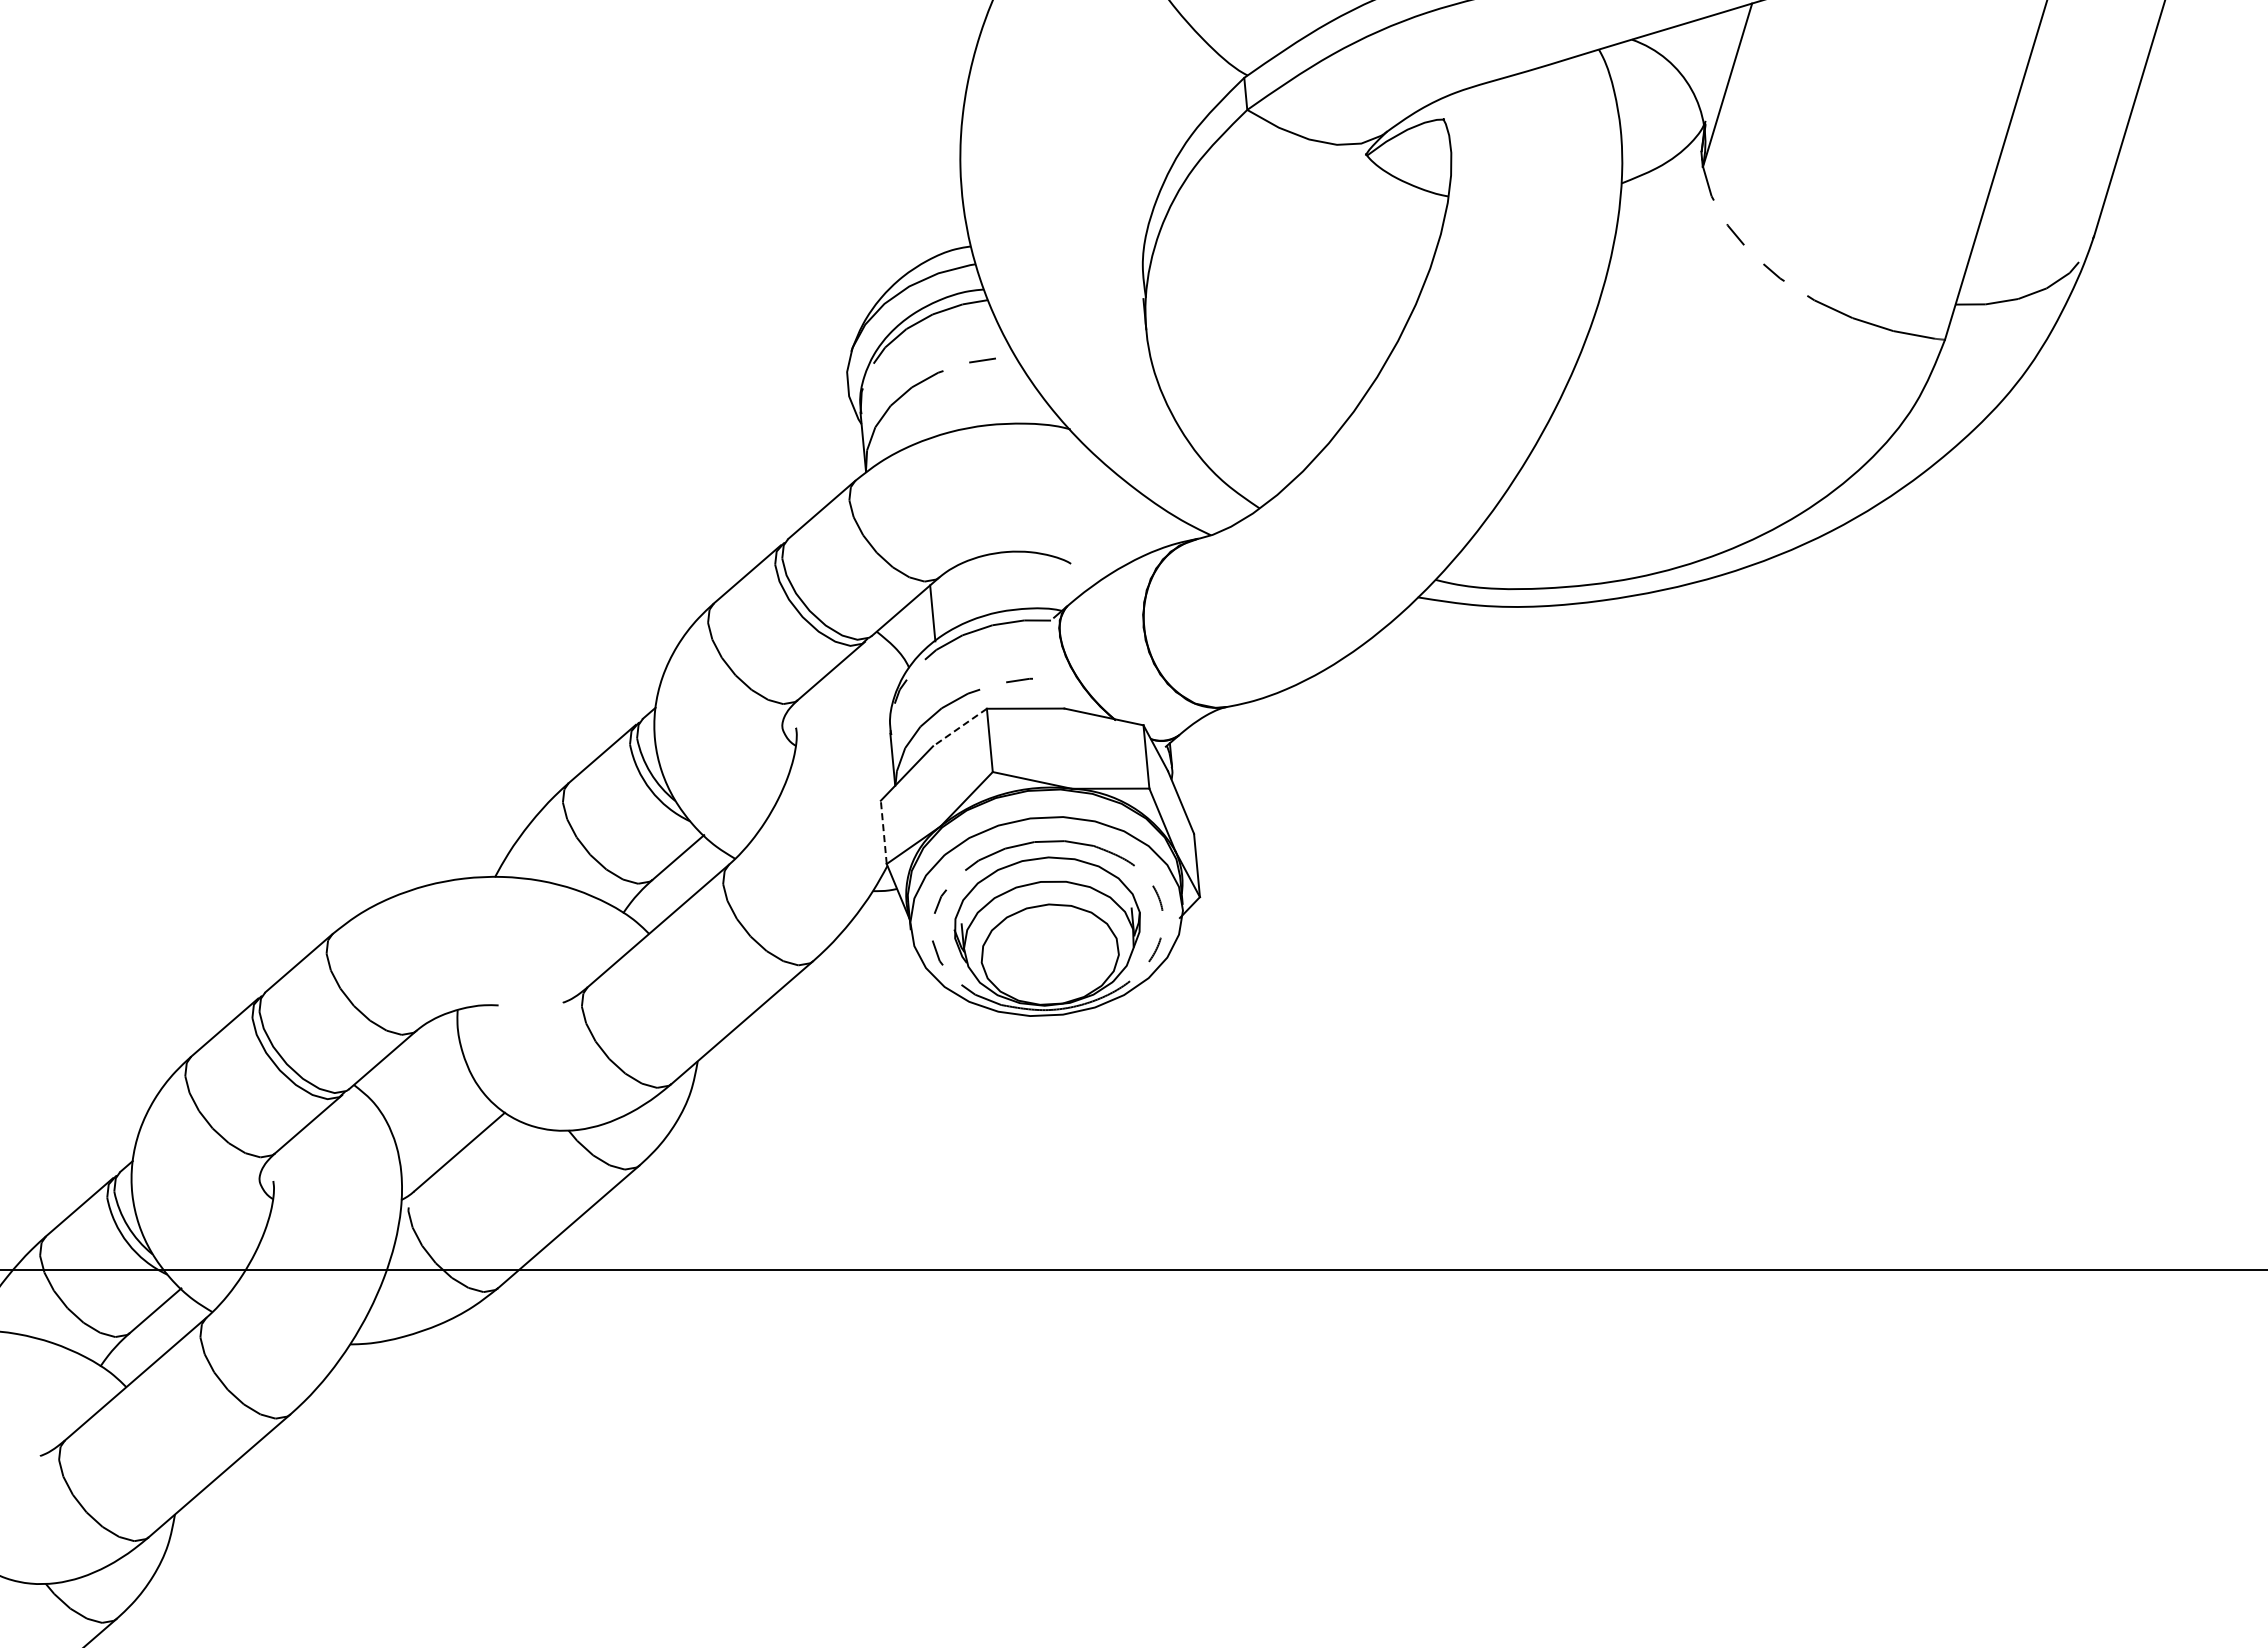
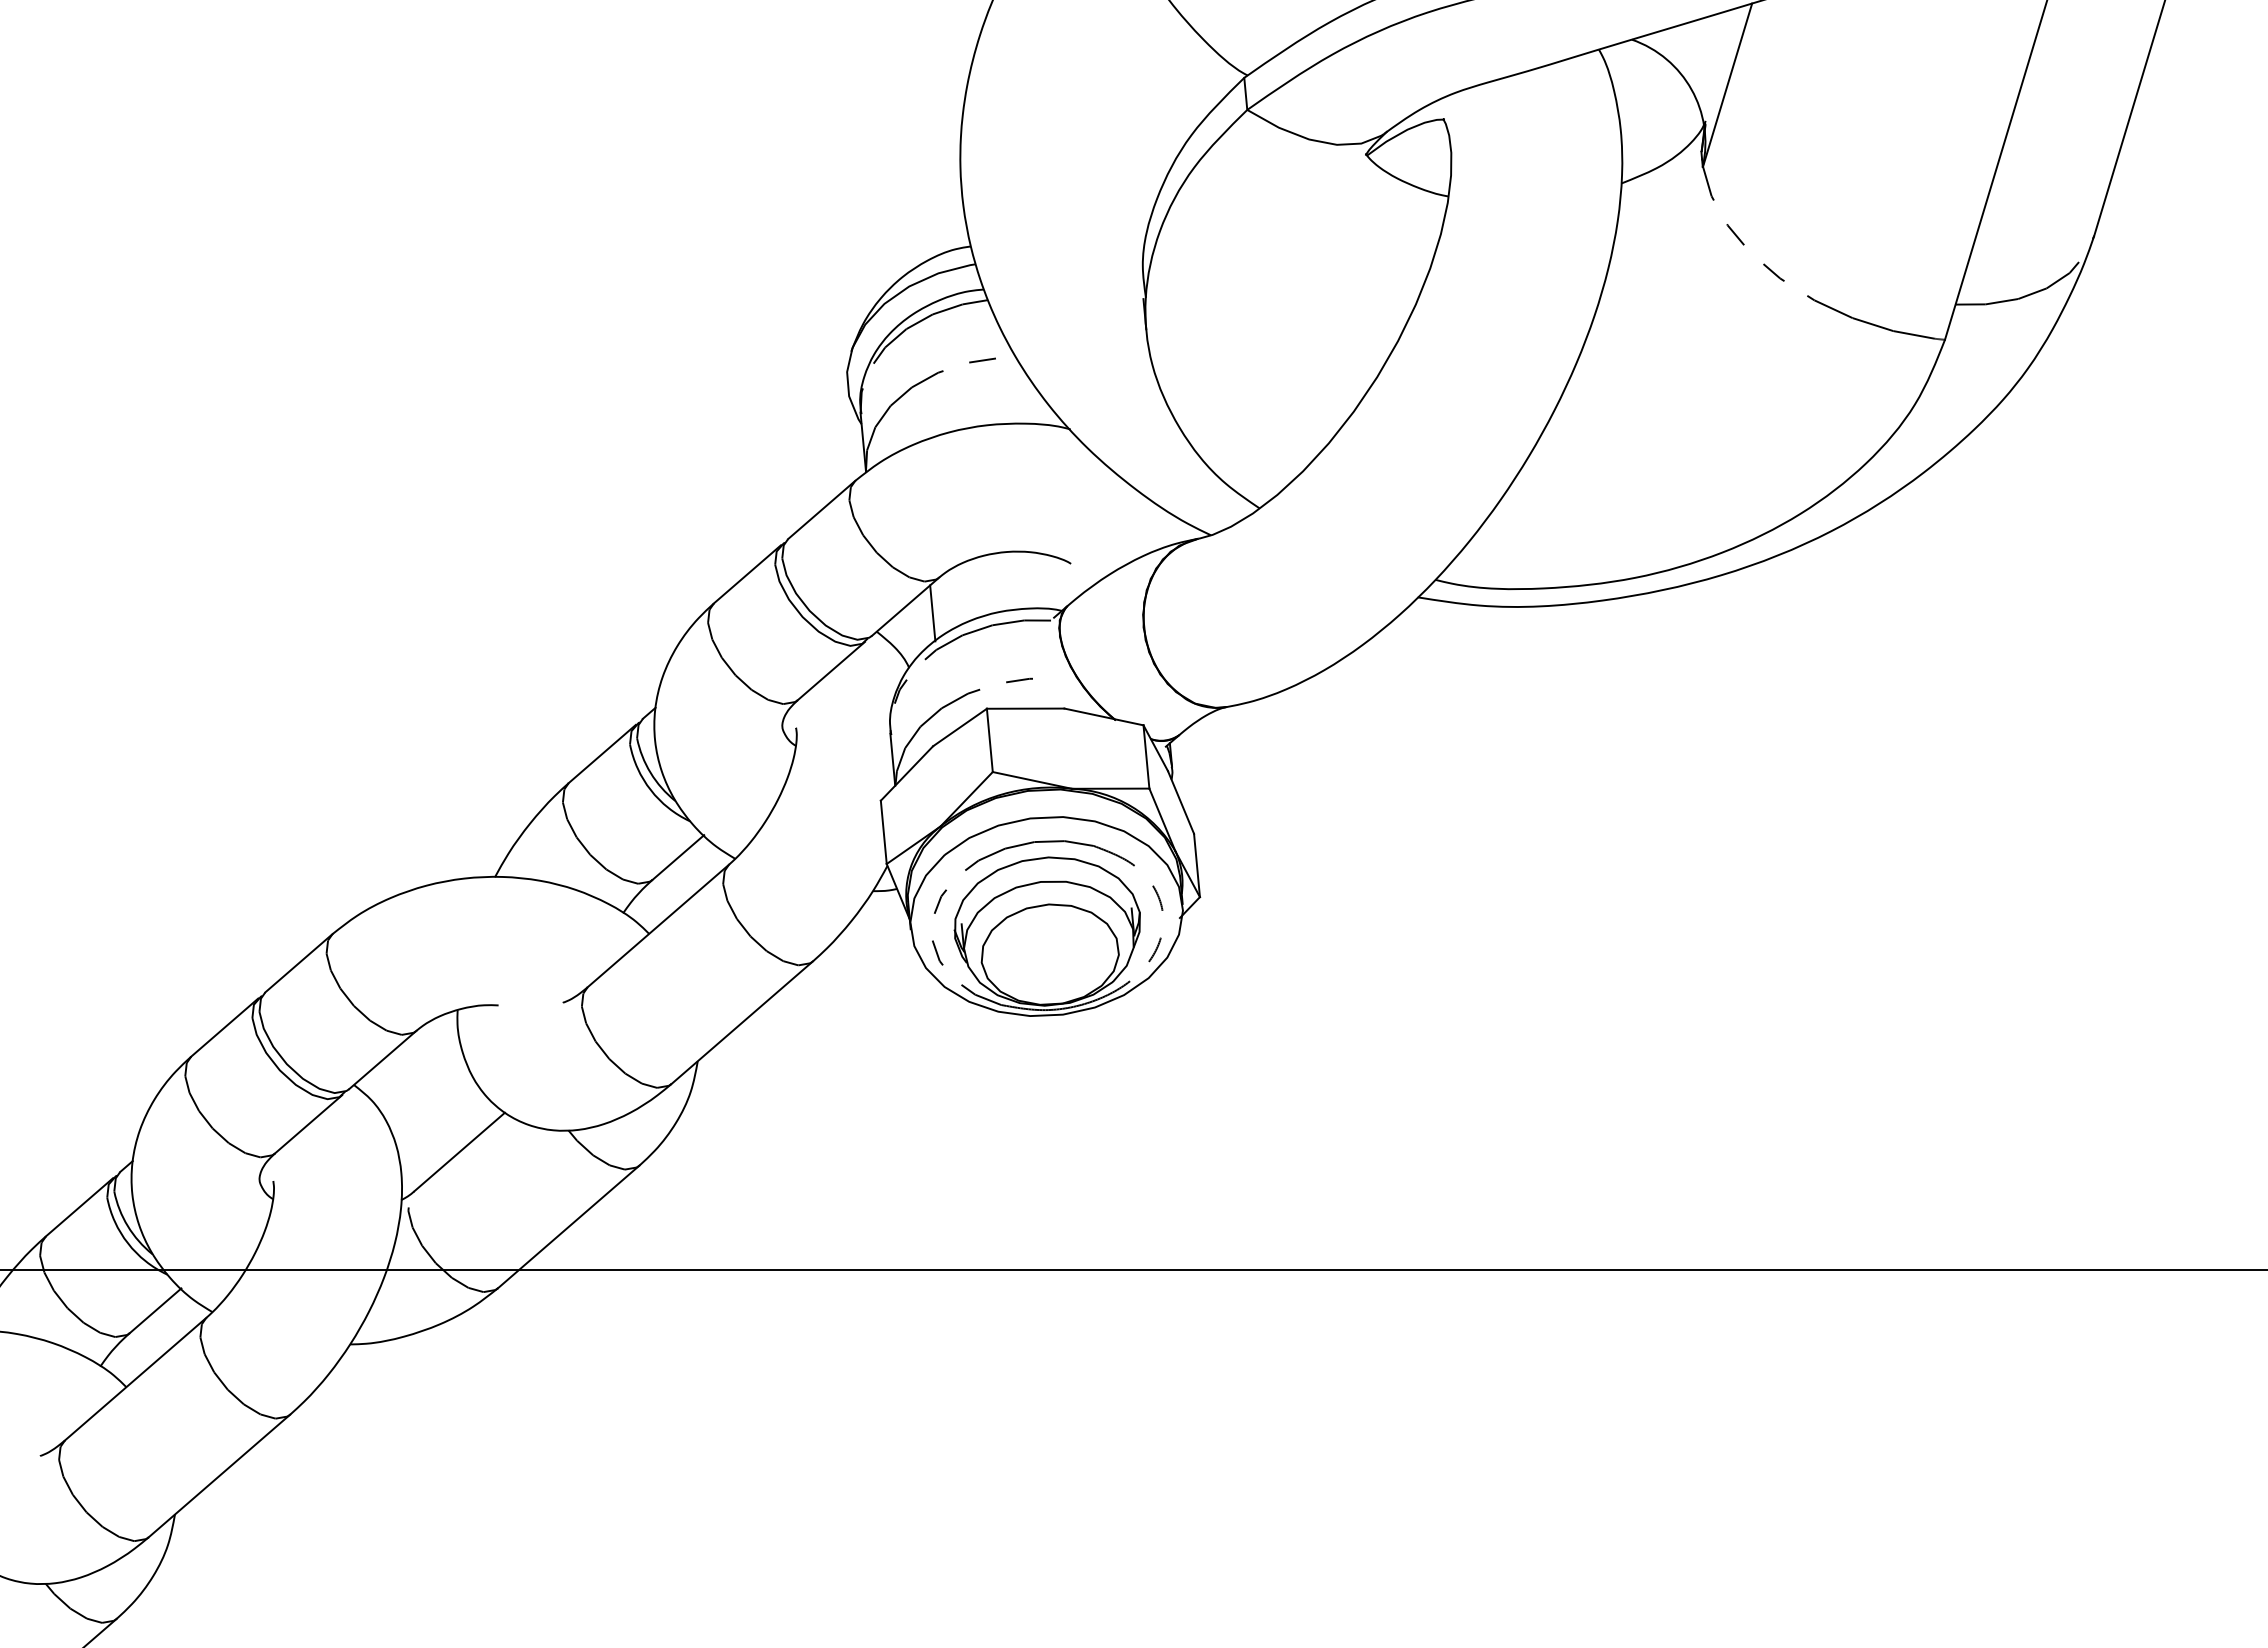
line at (960, 727): dashed -> solid
line at (883, 832): dashed -> solid
